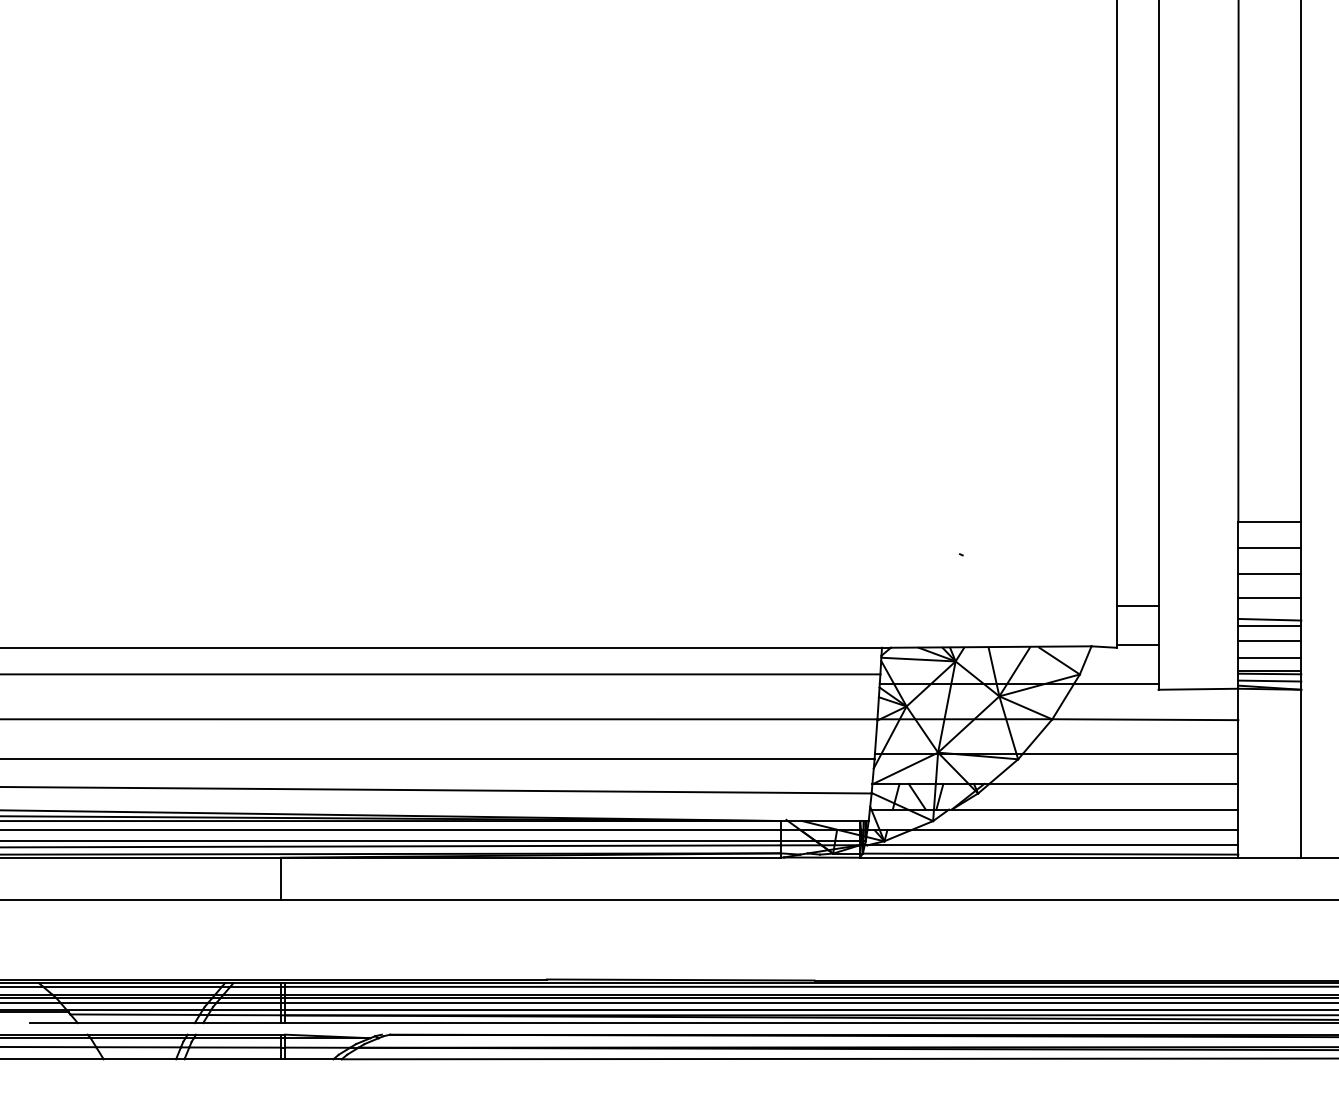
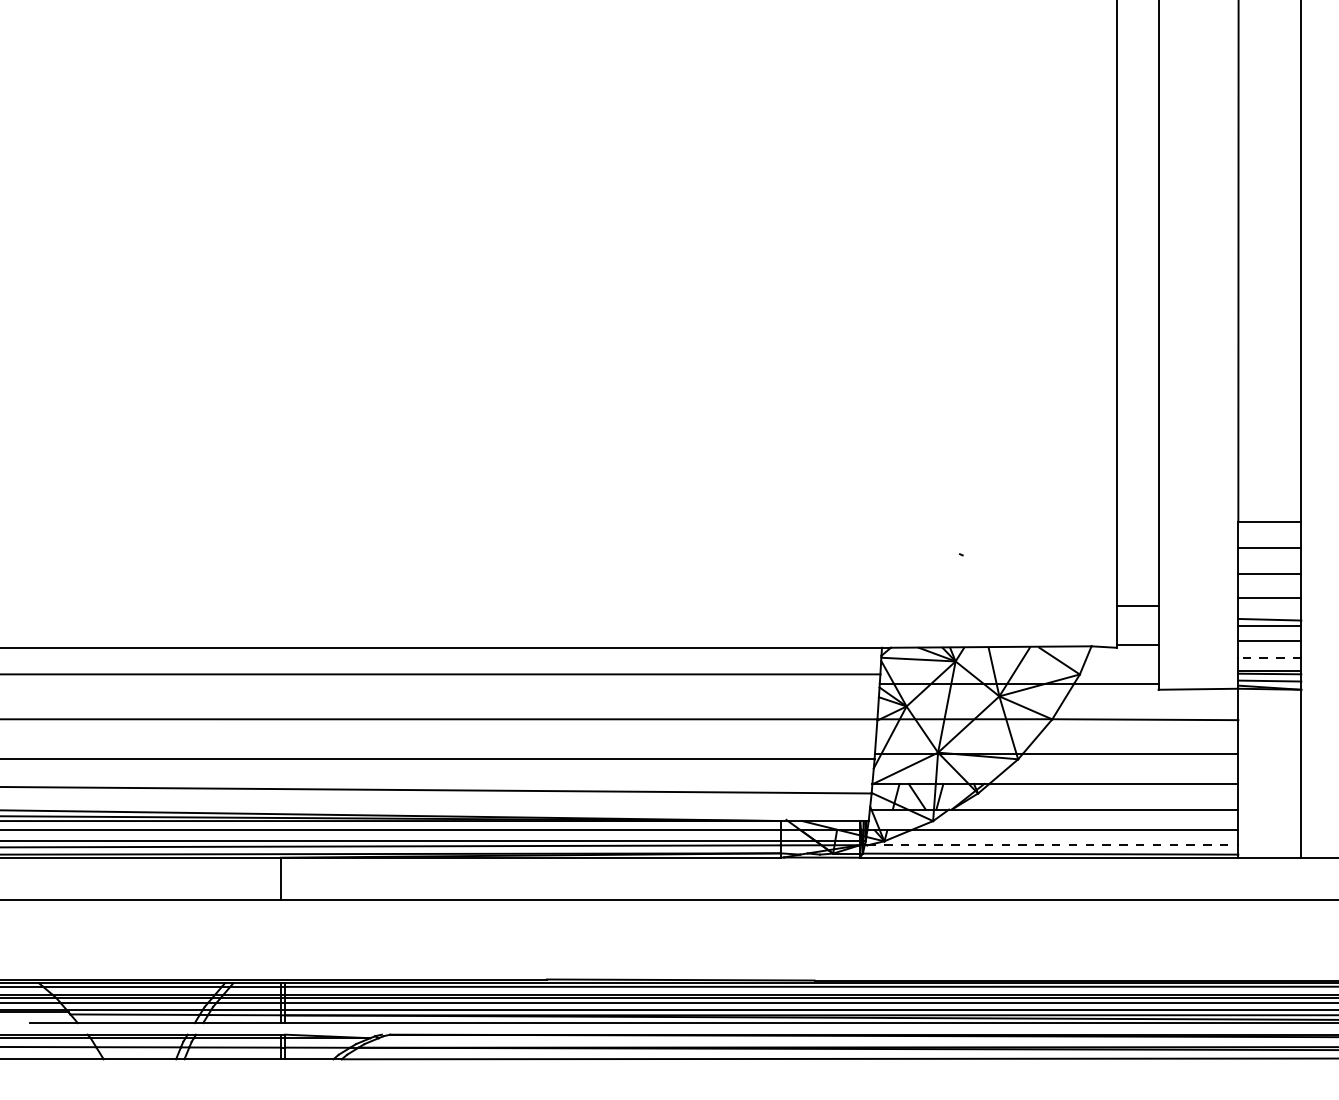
line at (1269, 657): solid -> dashed
line at (1052, 845): solid -> dashed
